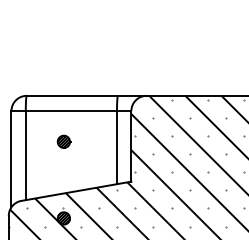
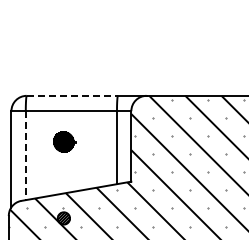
line at (72, 95): solid -> dashed
part at (63, 141) size: 16x15 px -> 24x22 px
line at (25, 156): solid -> dashed
